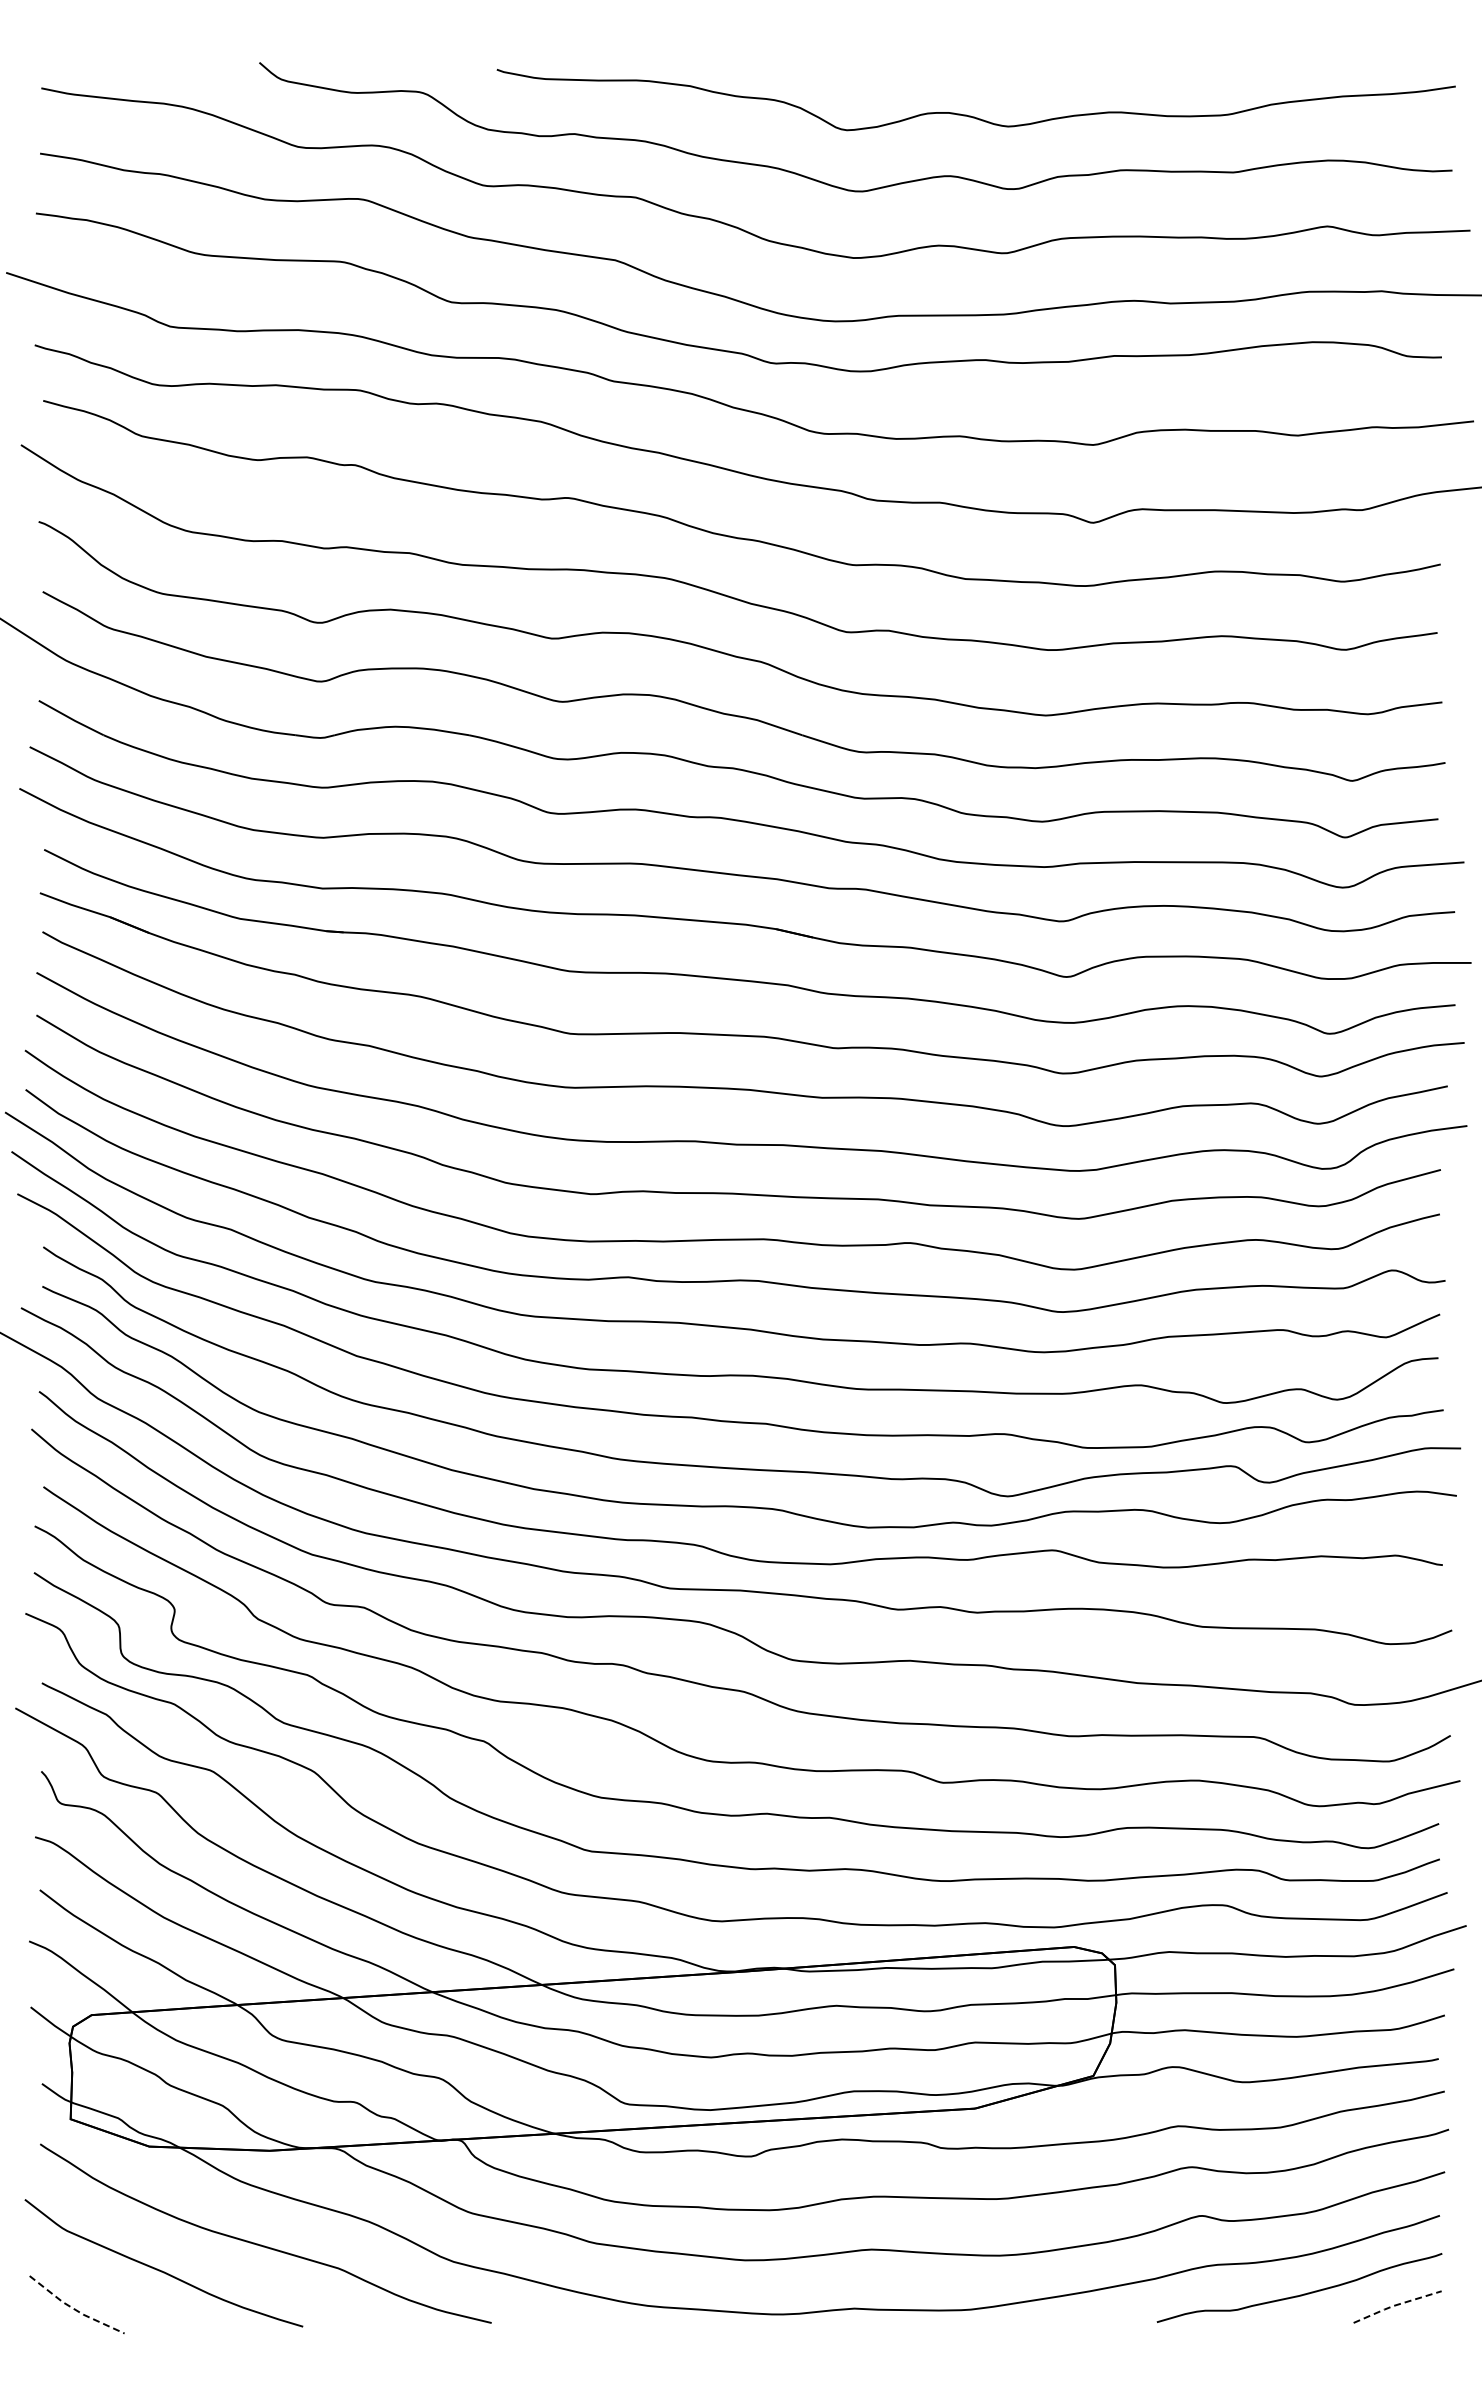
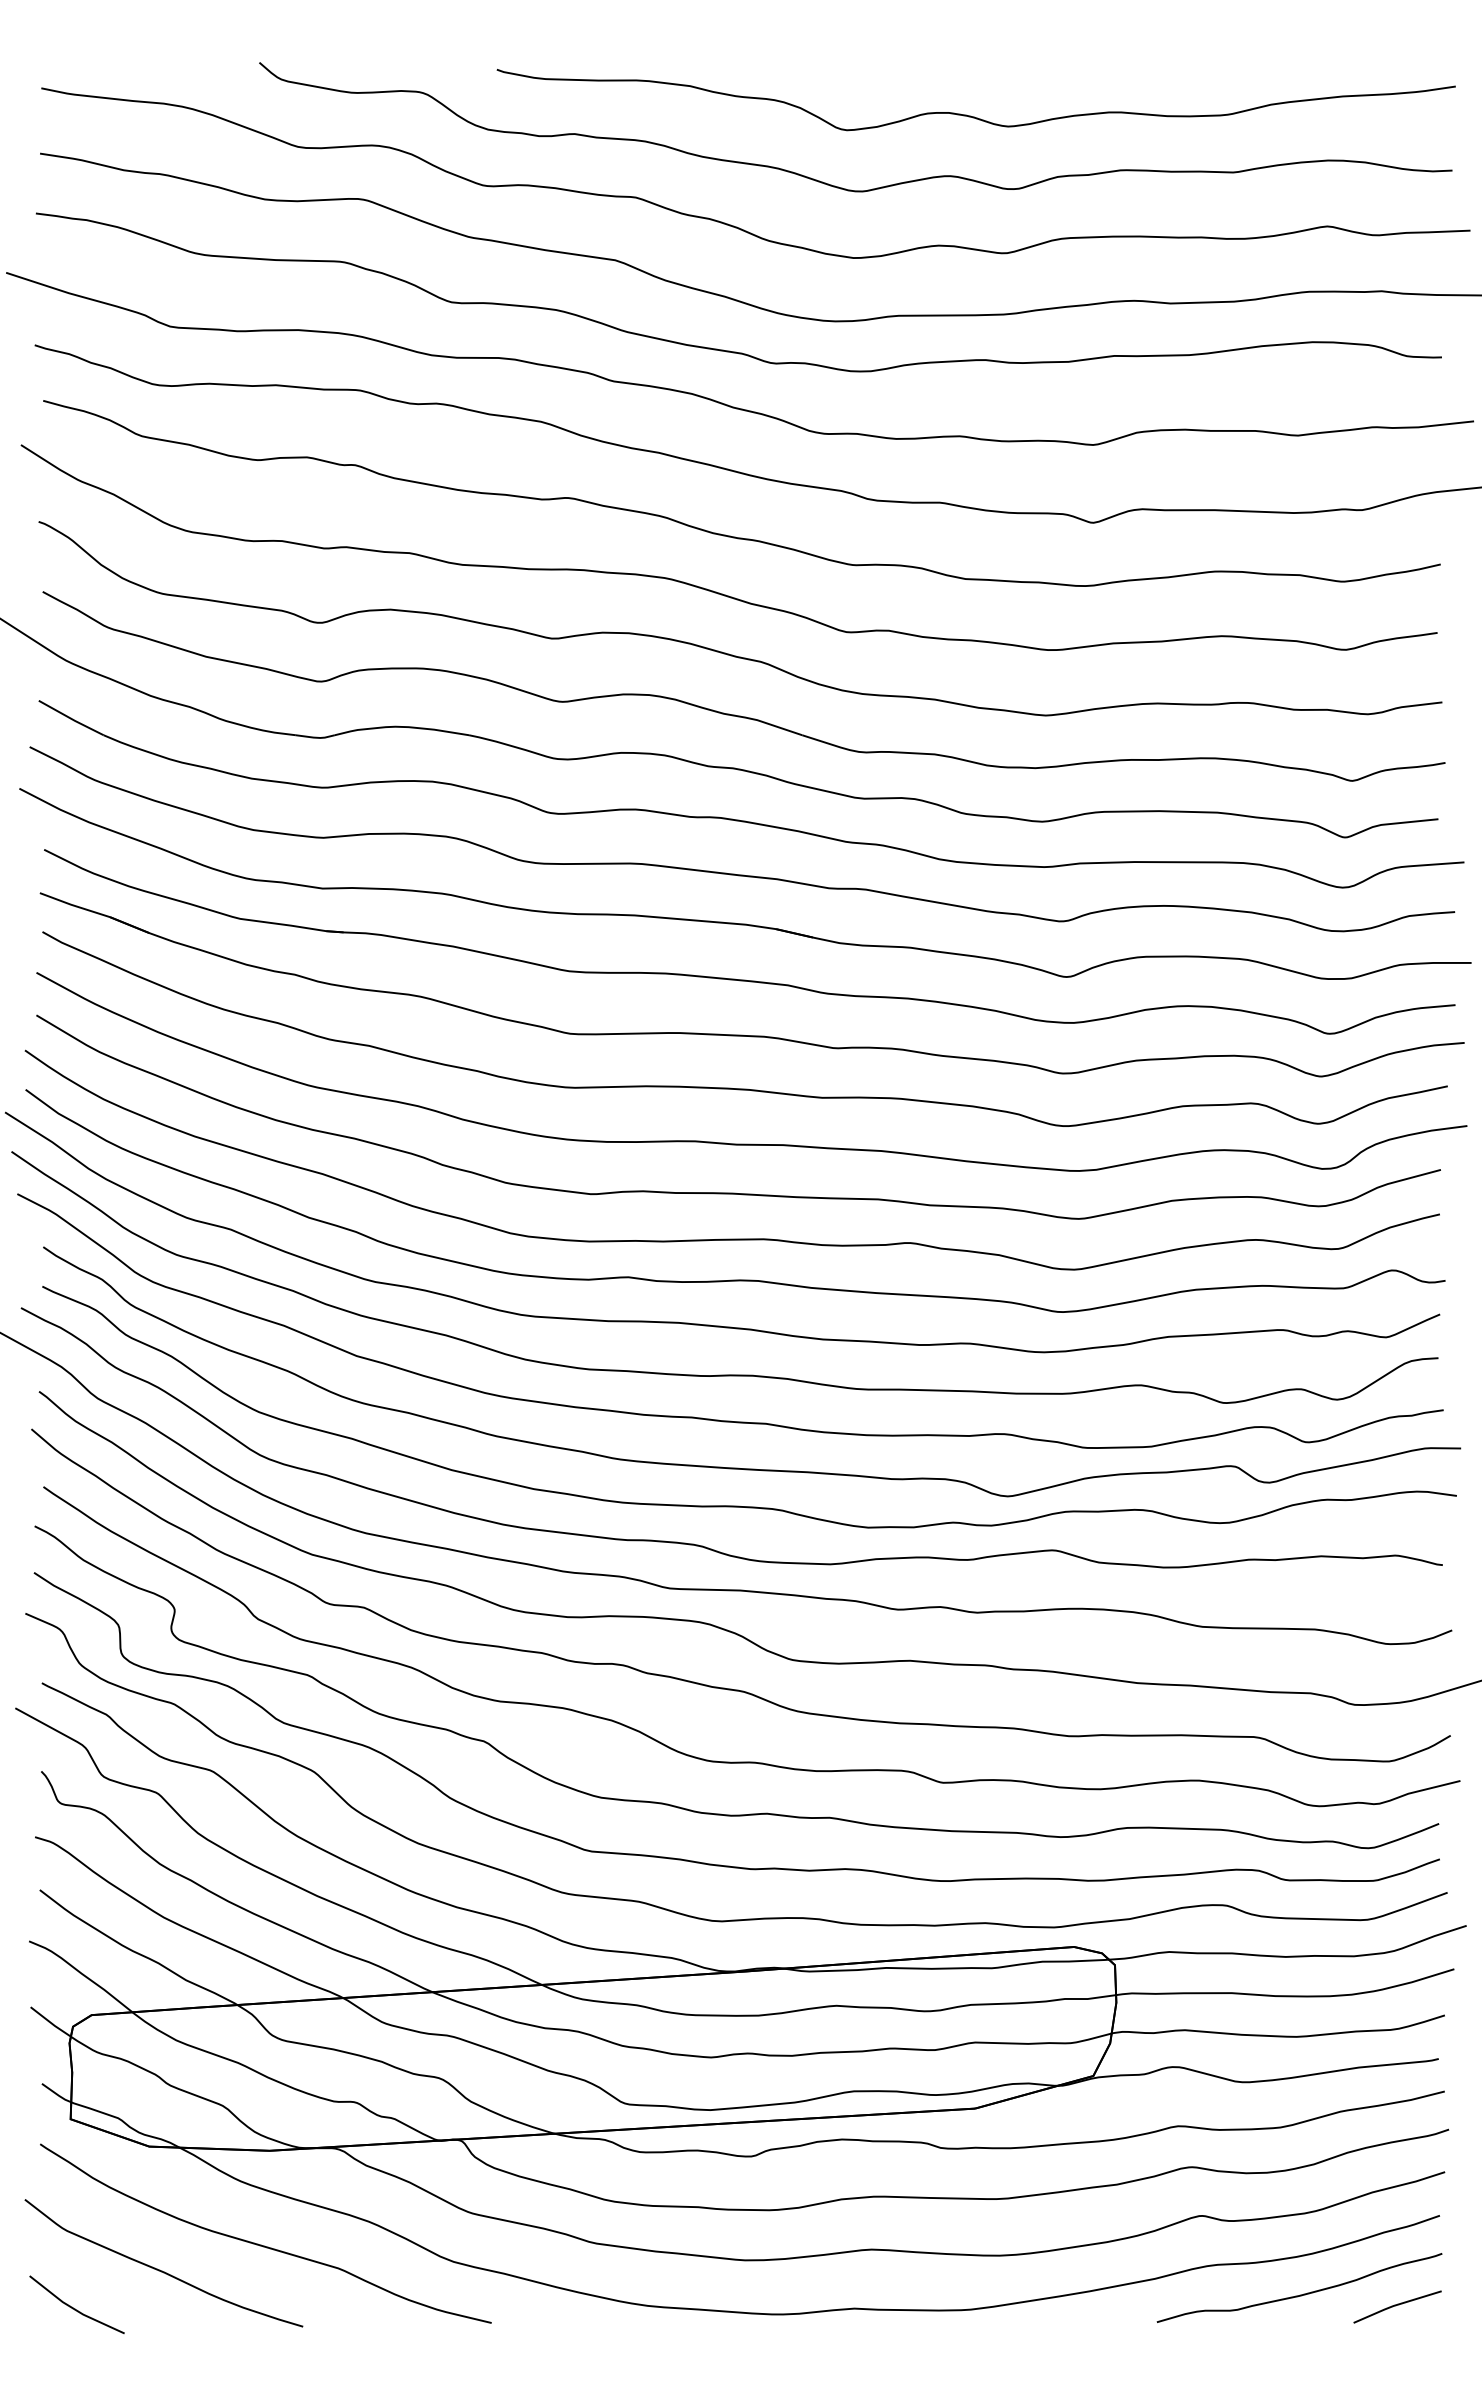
line at (1396, 2305): dashed -> solid
line at (74, 2309): dashed -> solid
